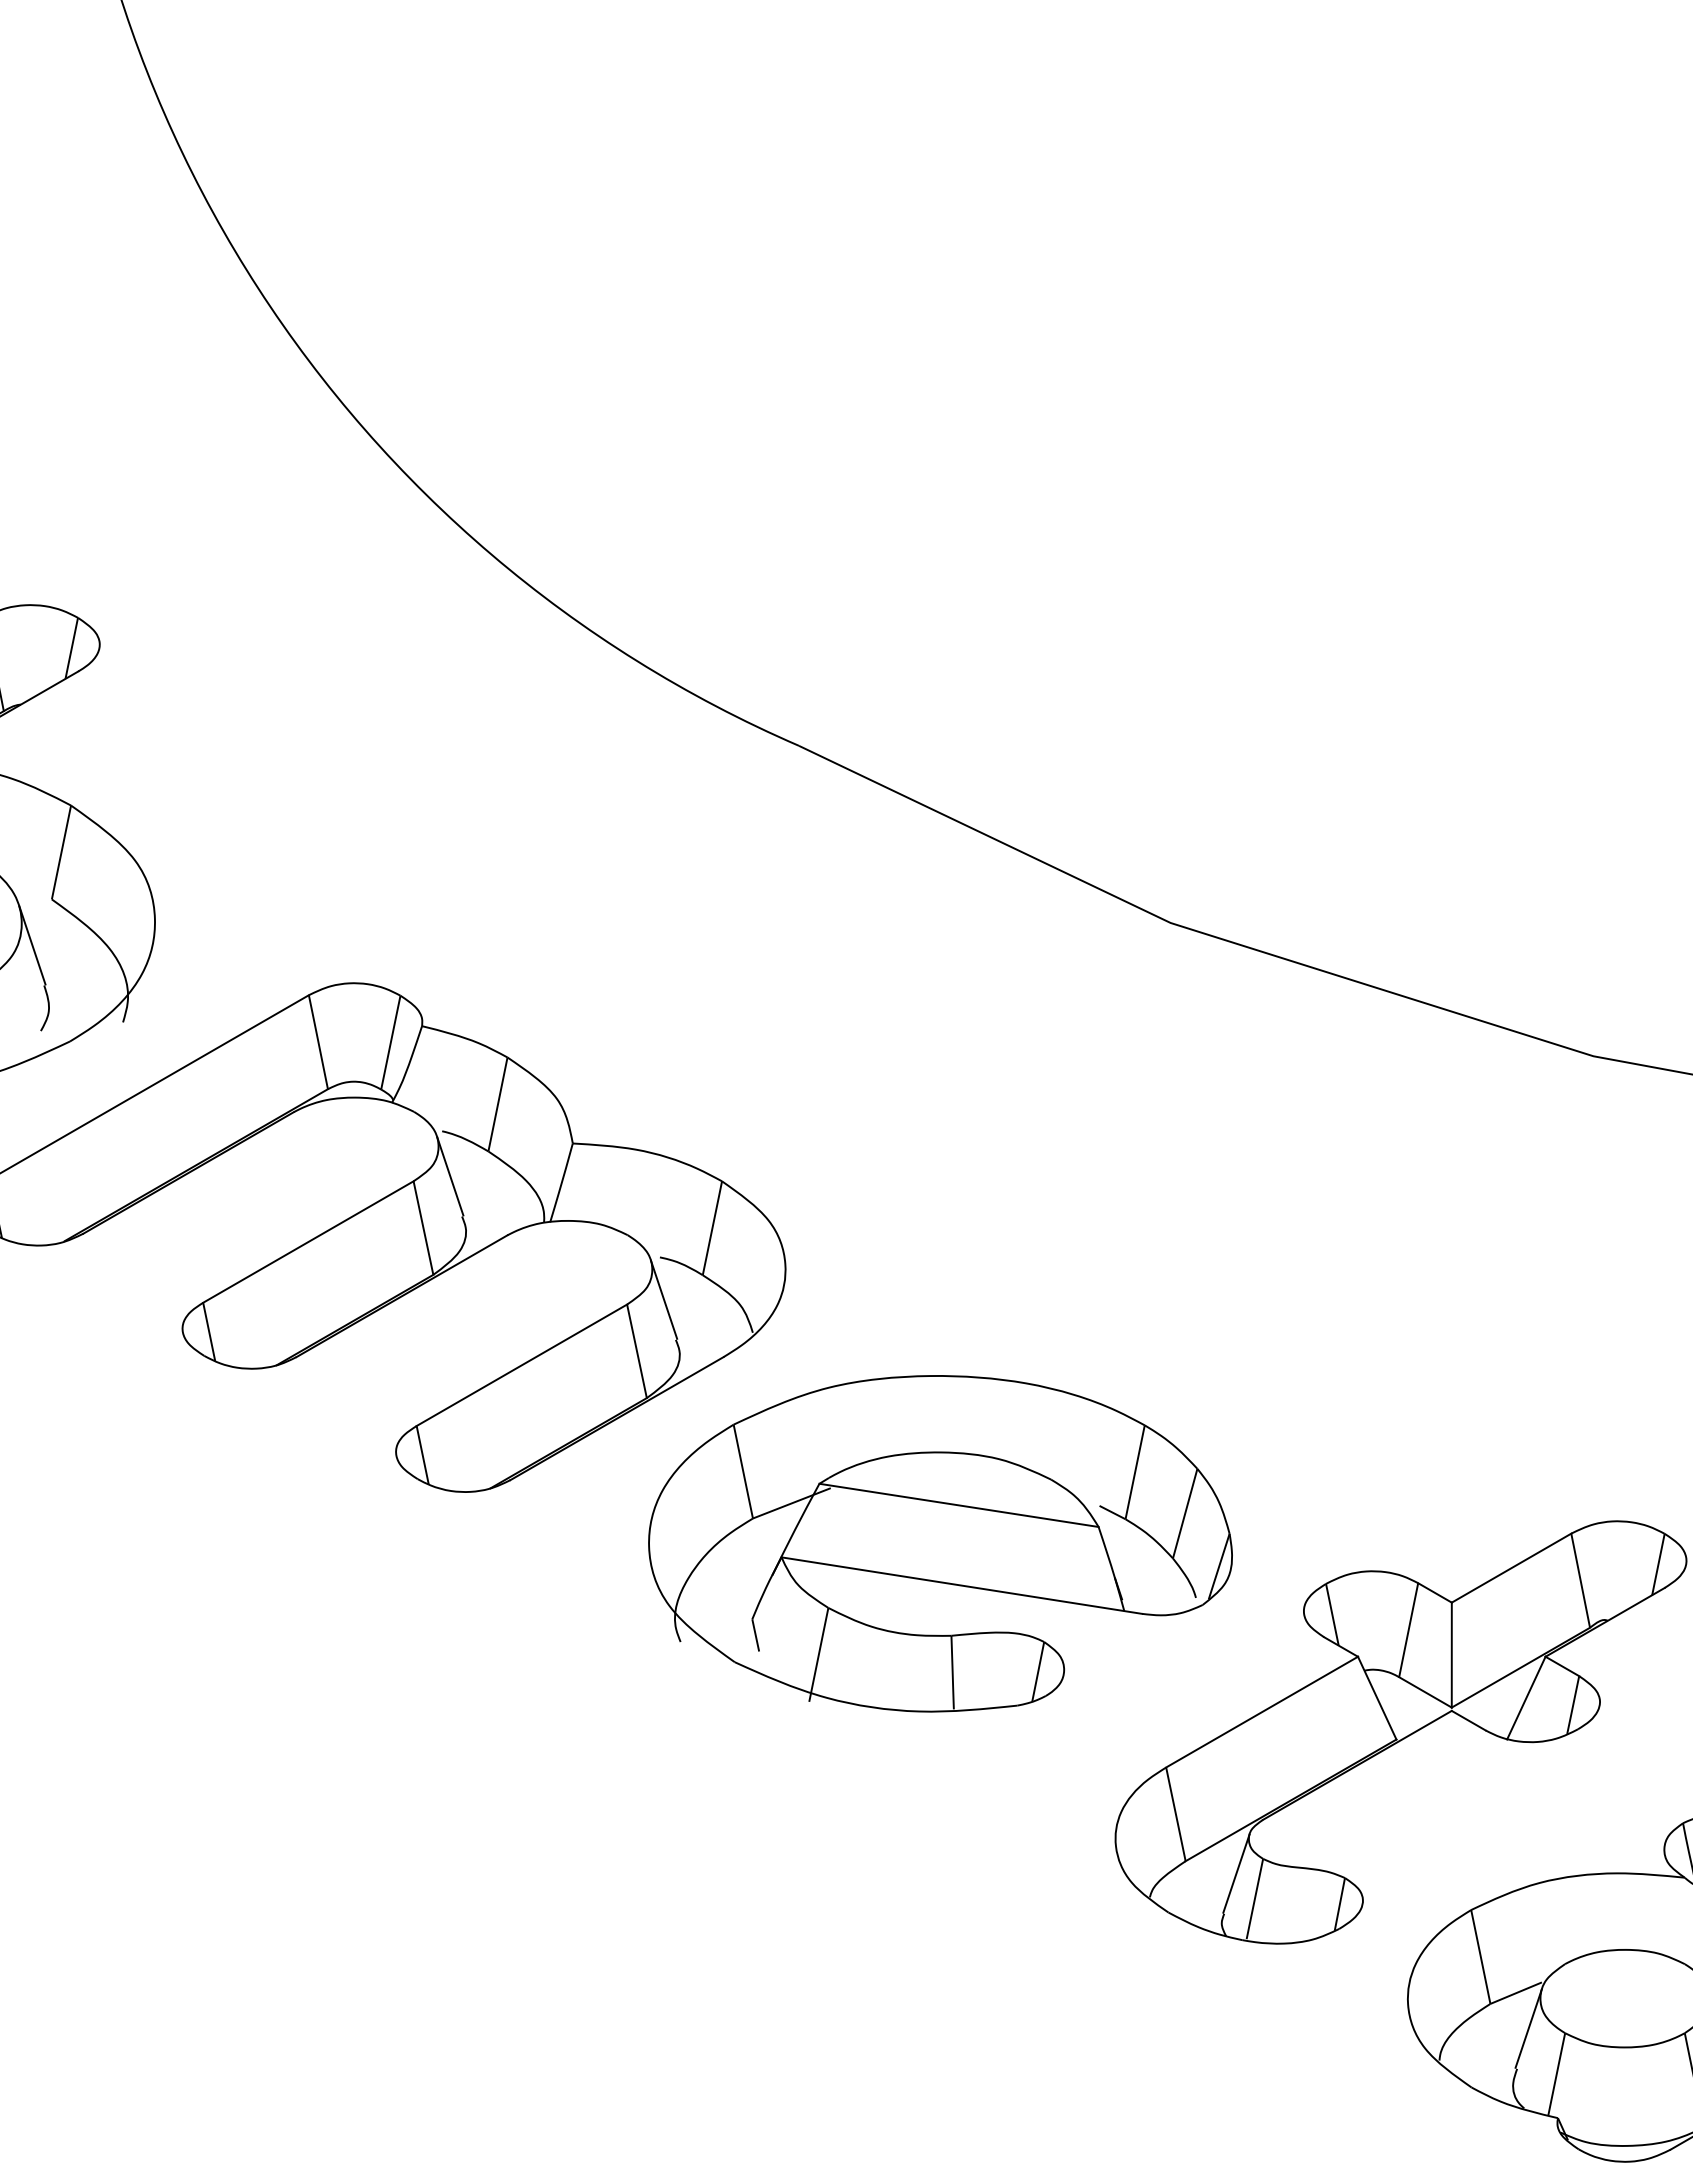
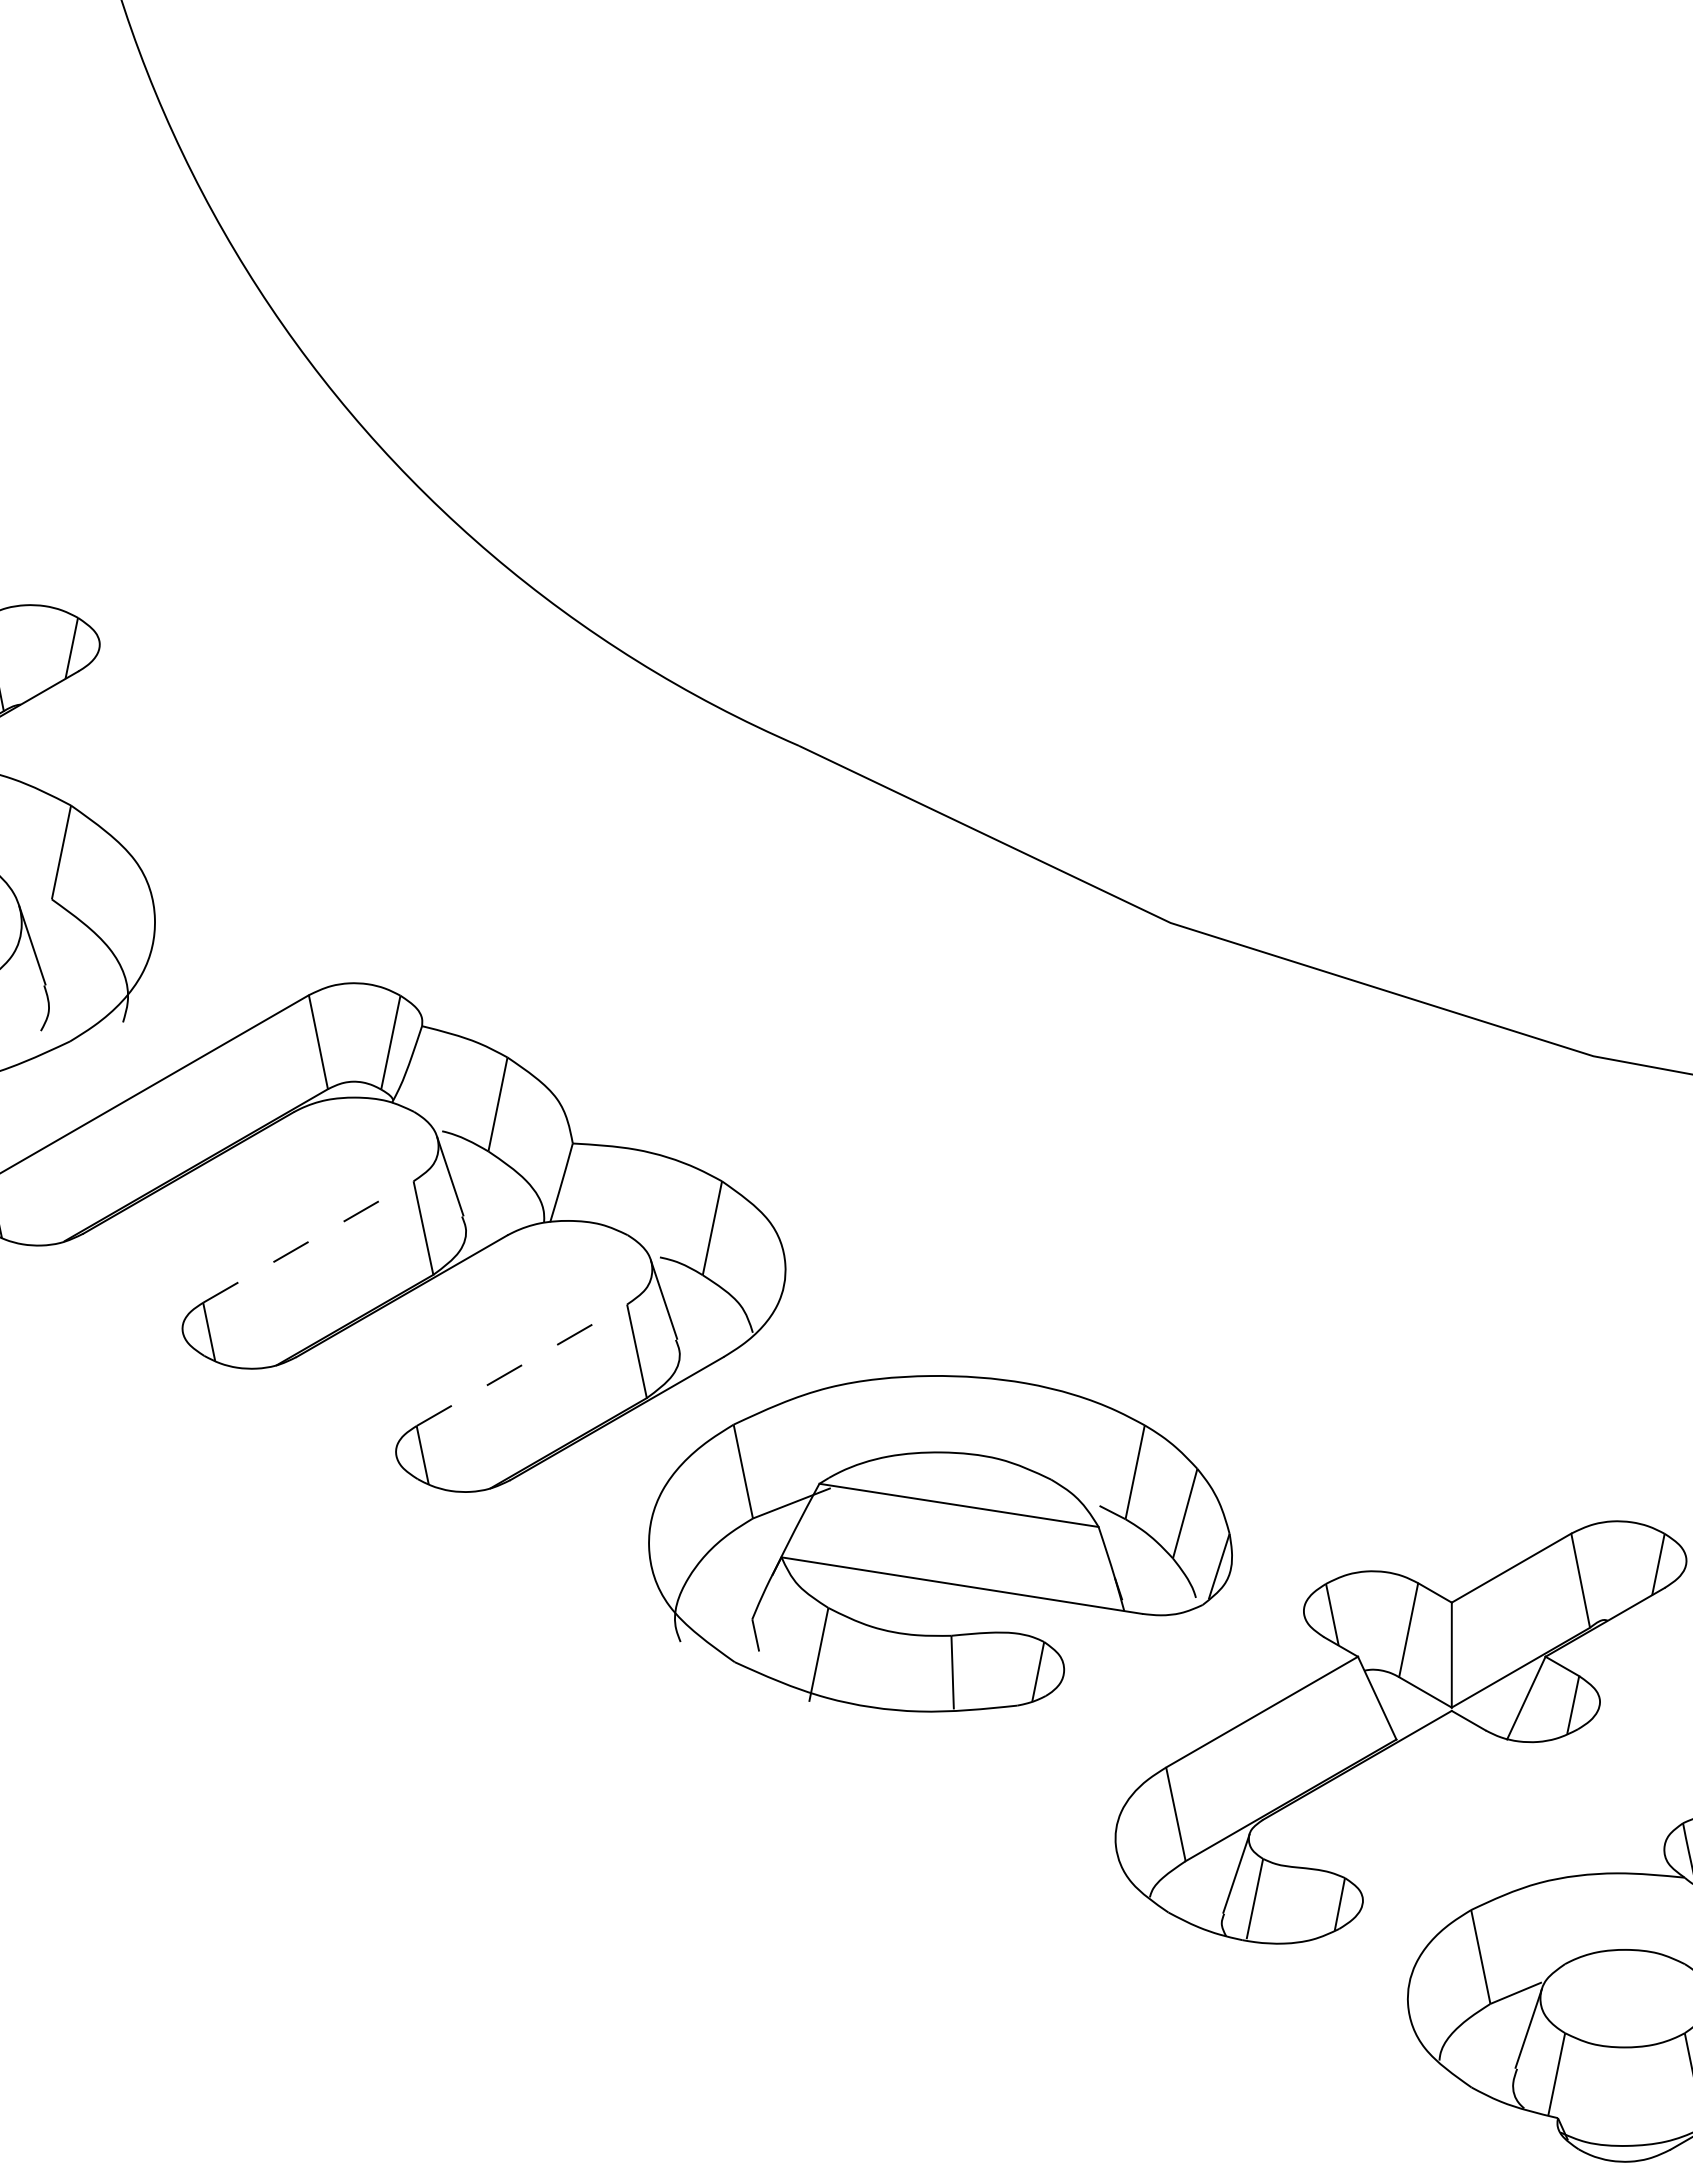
line at (308, 1241): solid -> dashed
line at (522, 1365): solid -> dashed
